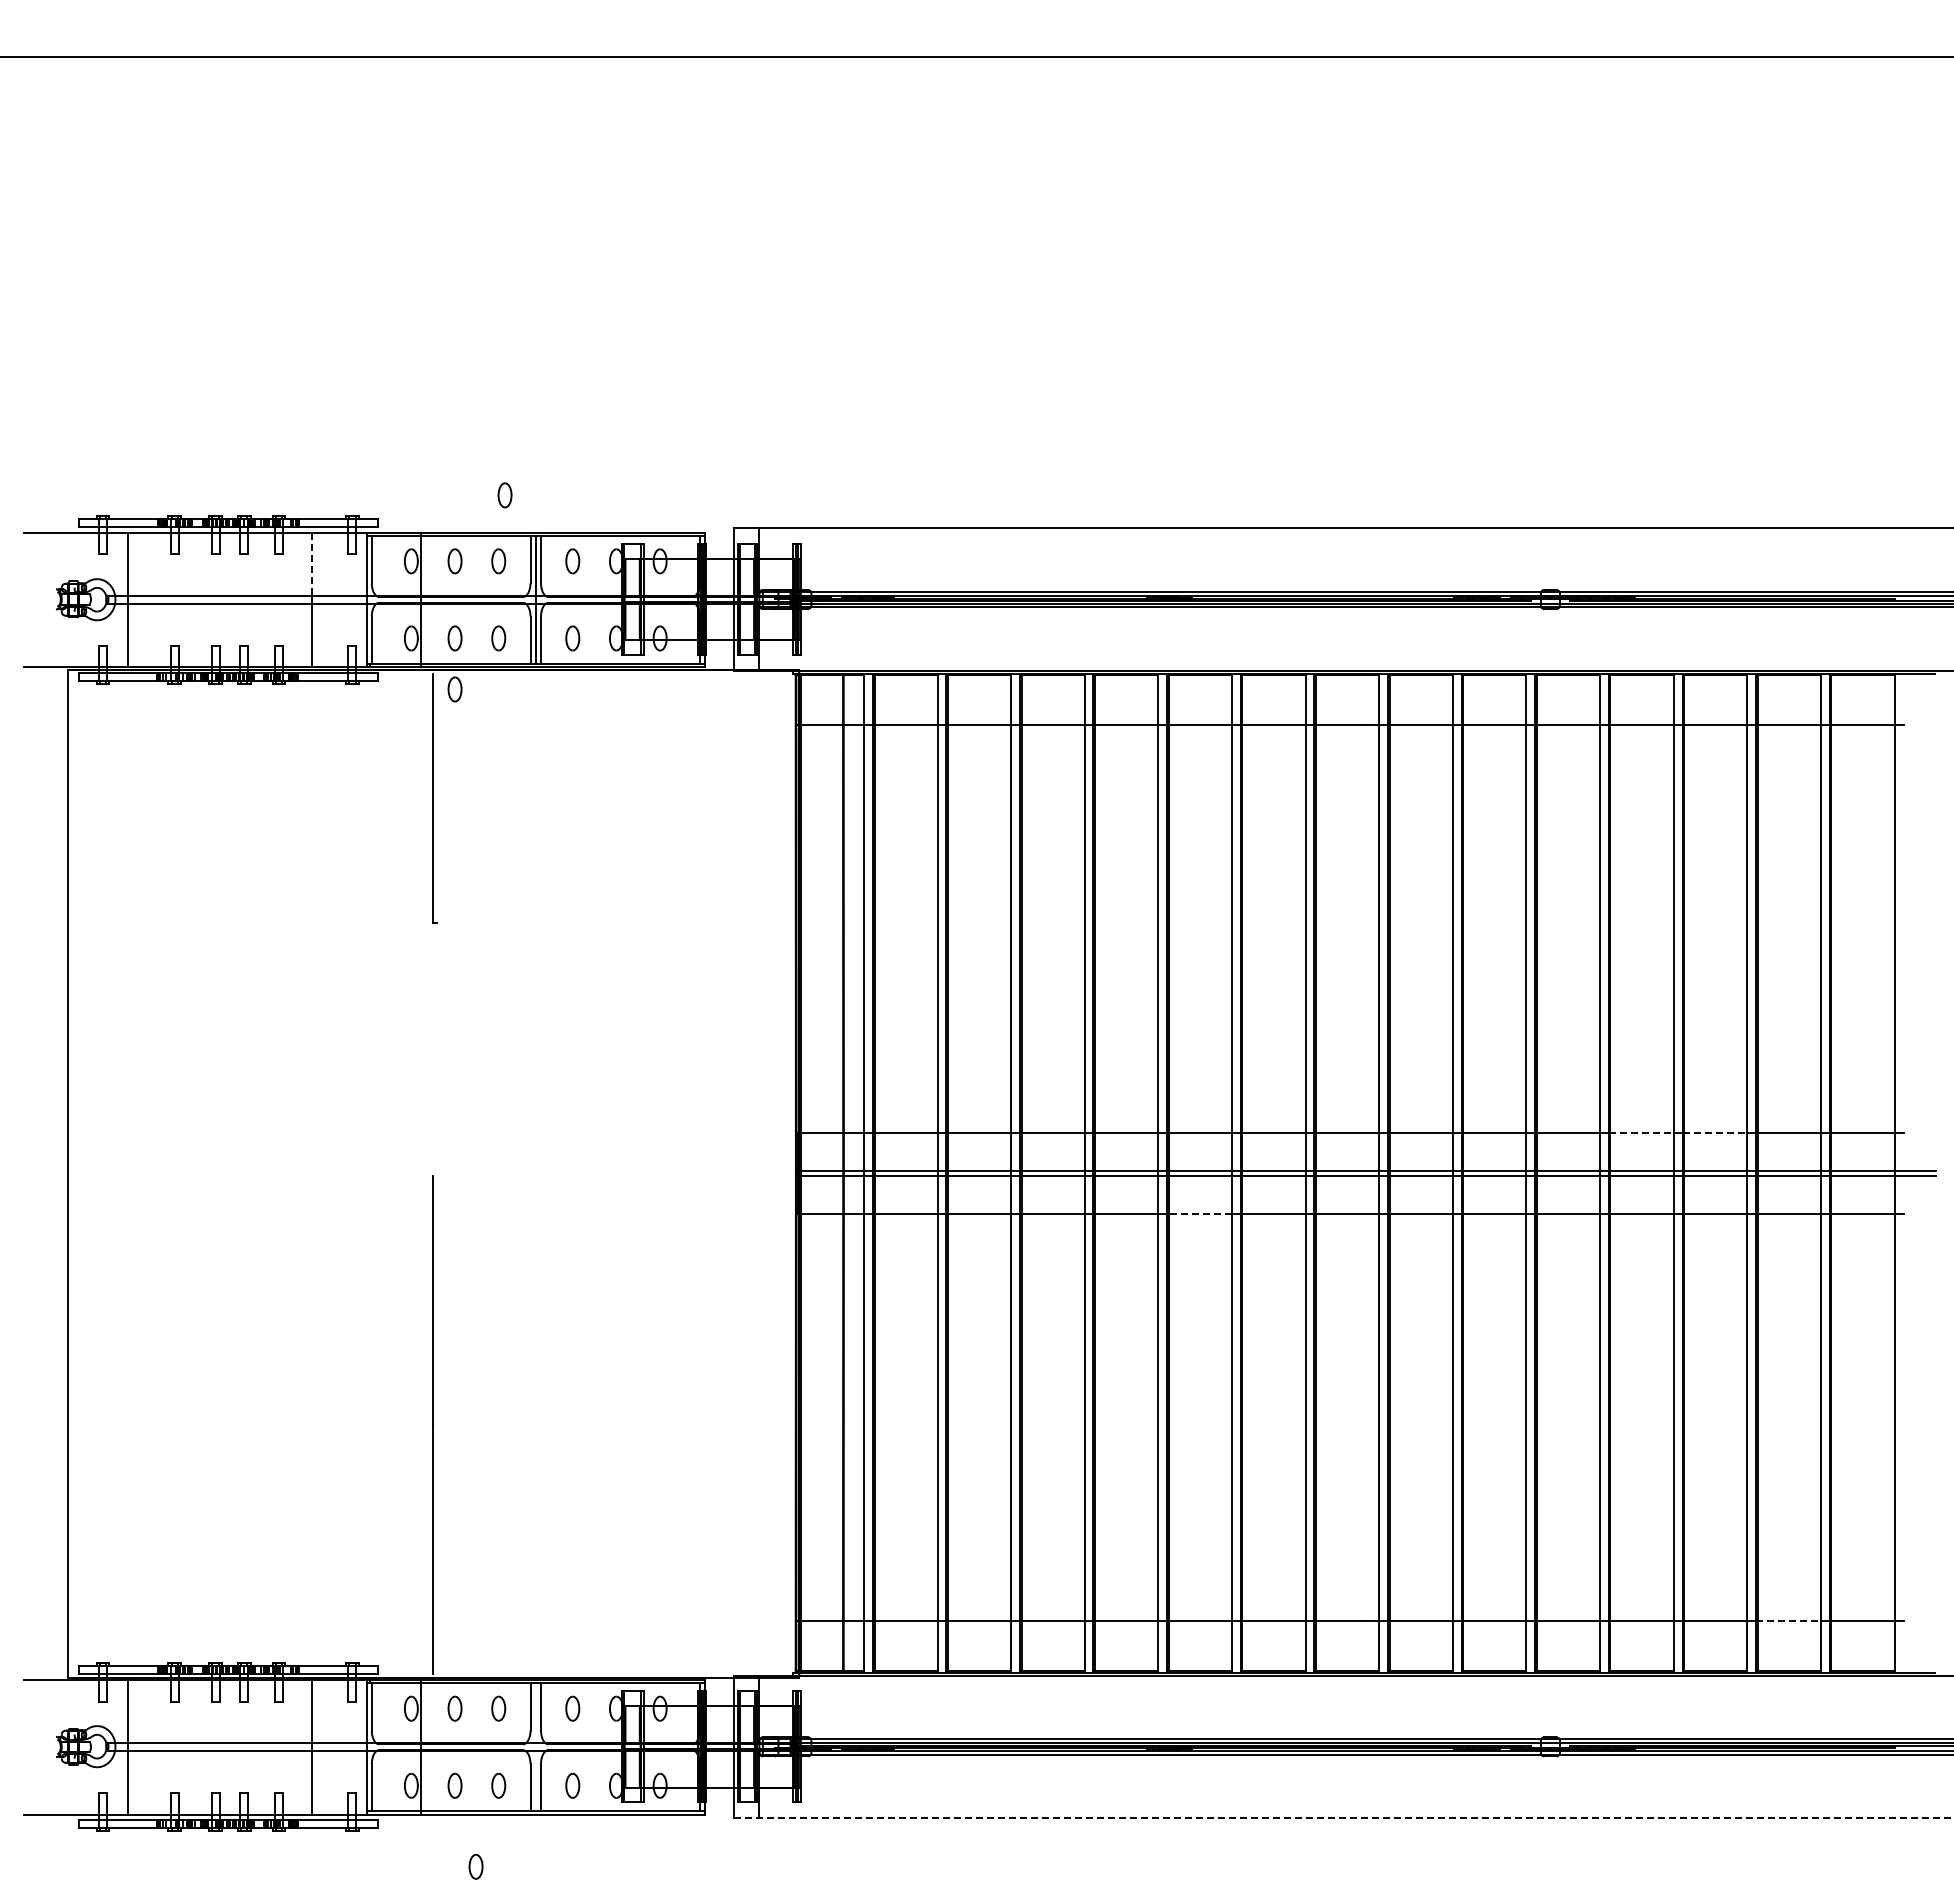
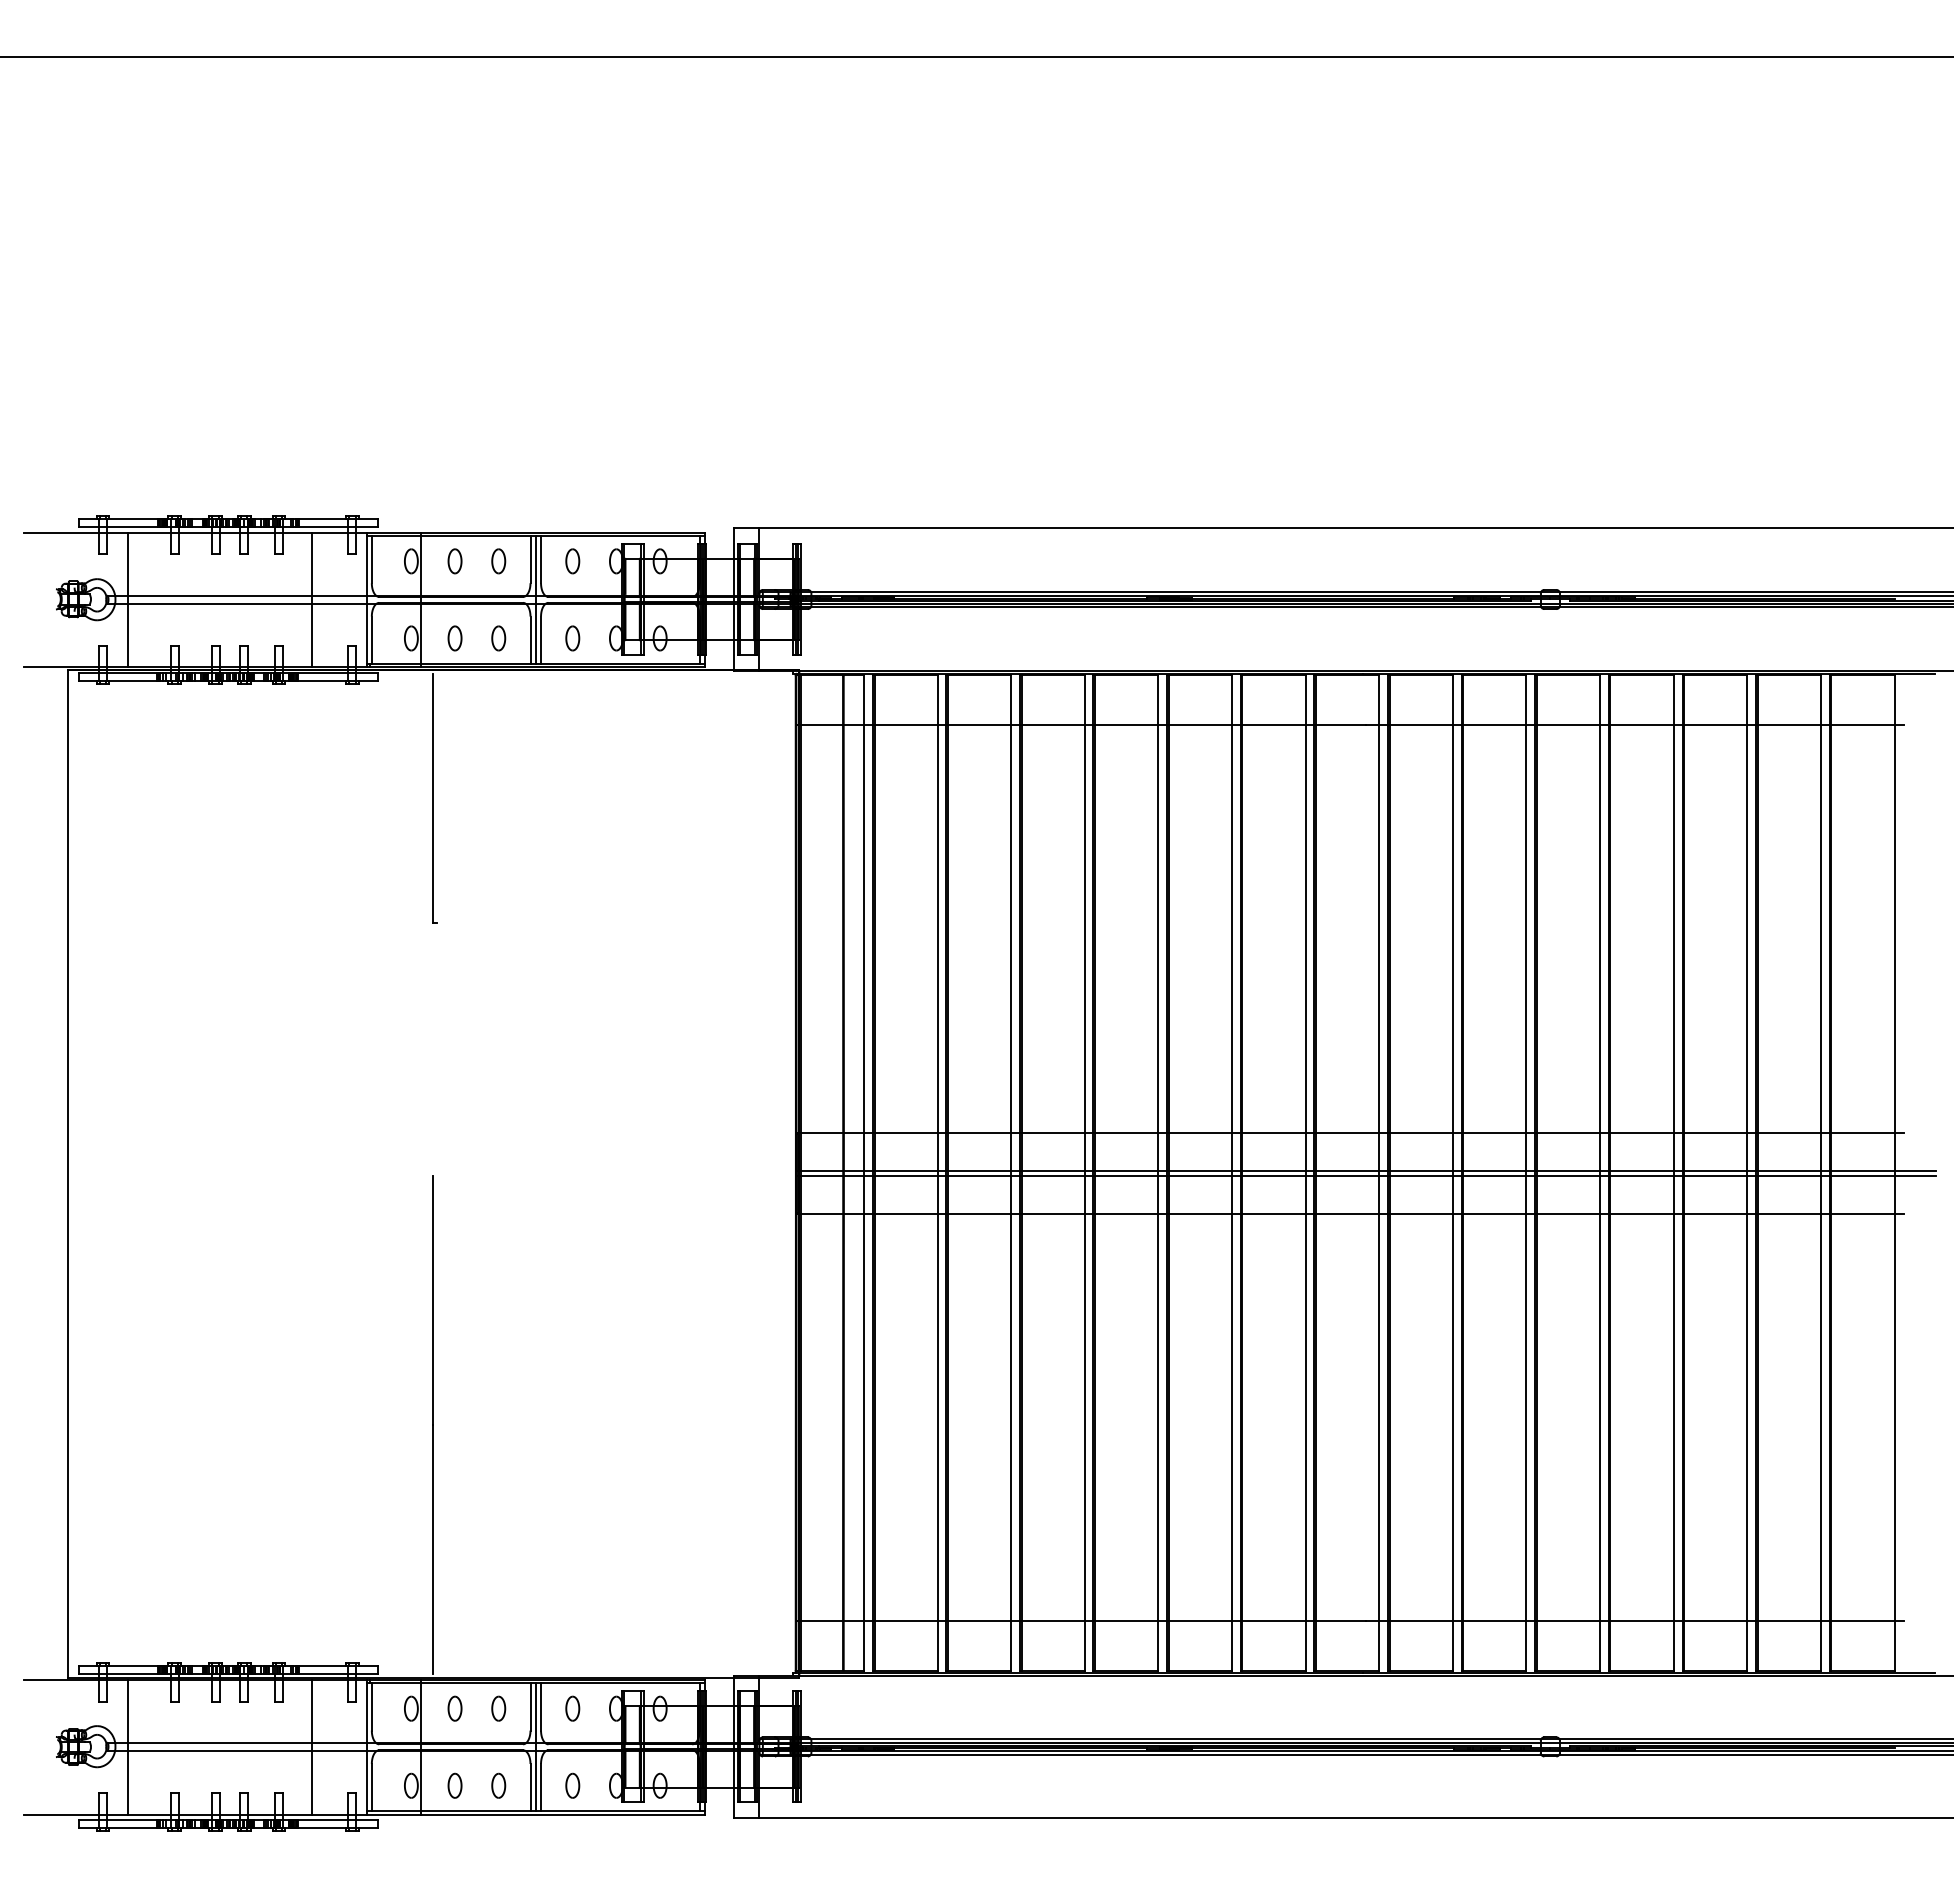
part at (504, 495): present -> none
line at (311, 564): dashed -> solid
part at (454, 689): present -> none
line at (1641, 1132): dashed -> solid
line at (1715, 1132): dashed -> solid
line at (1199, 1214): dashed -> solid
line at (1789, 1621): dashed -> solid
line at (535, 1747): none -> present
line at (1344, 1818): dashed -> solid
part at (475, 1866): present -> none
